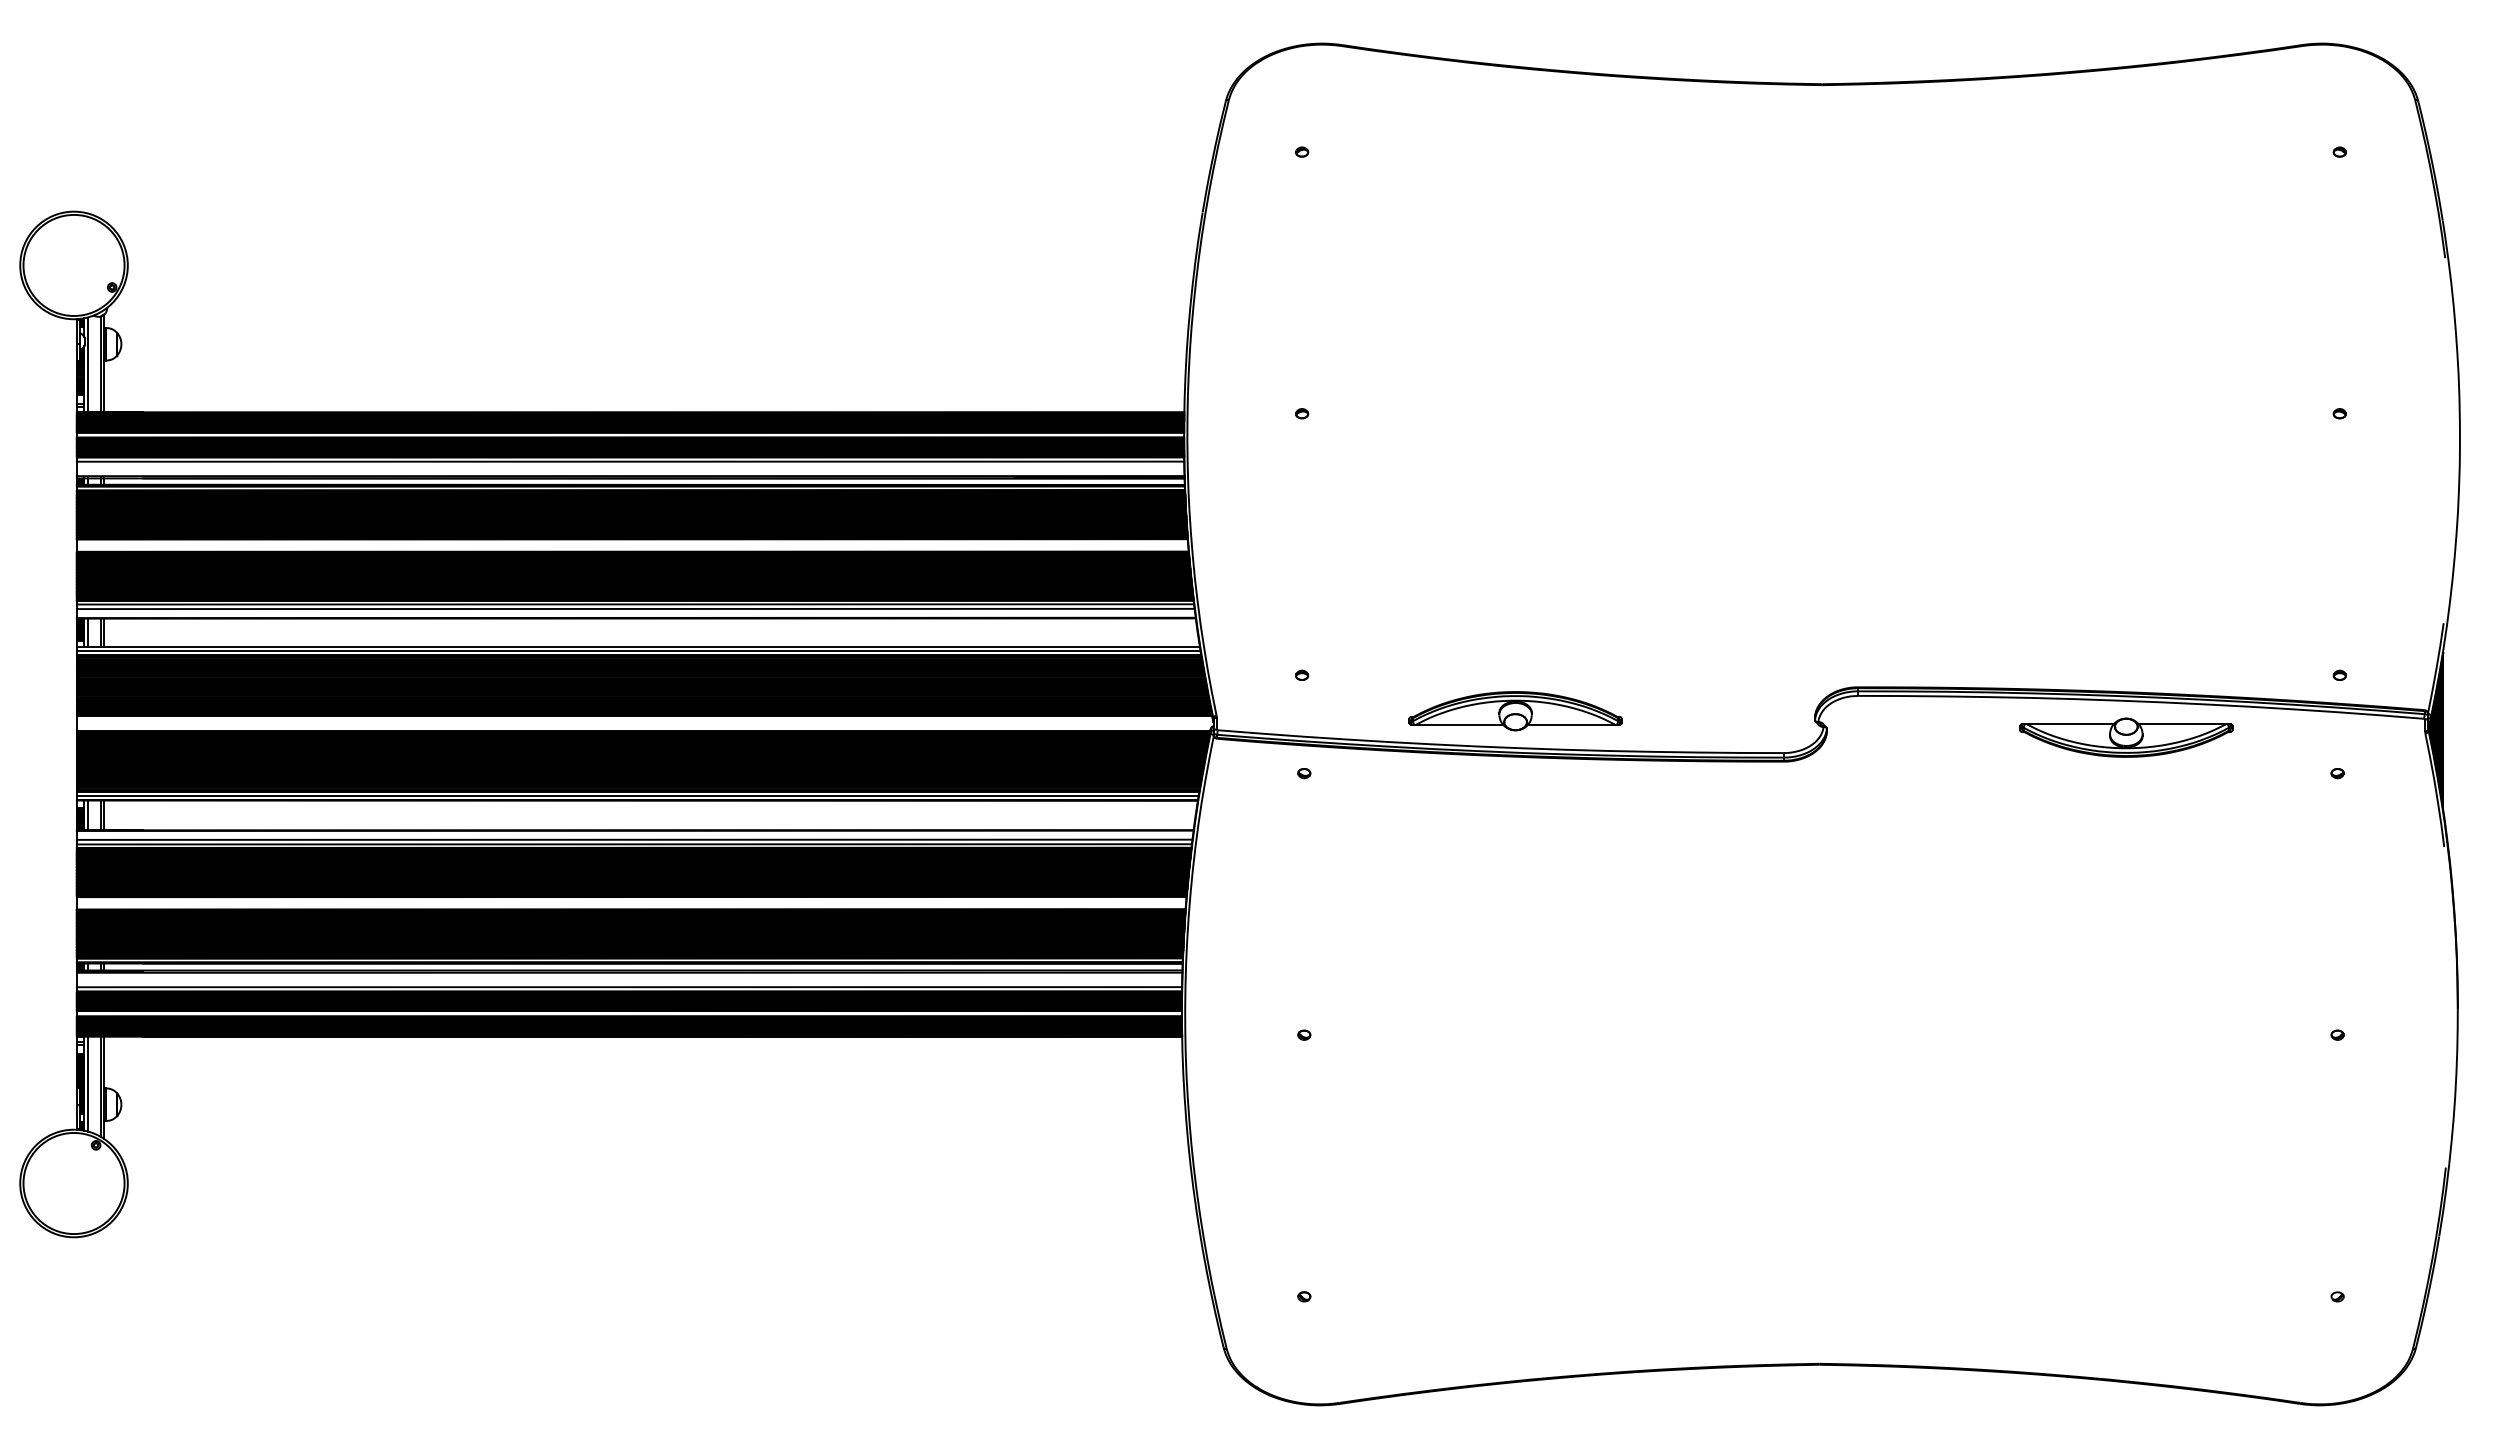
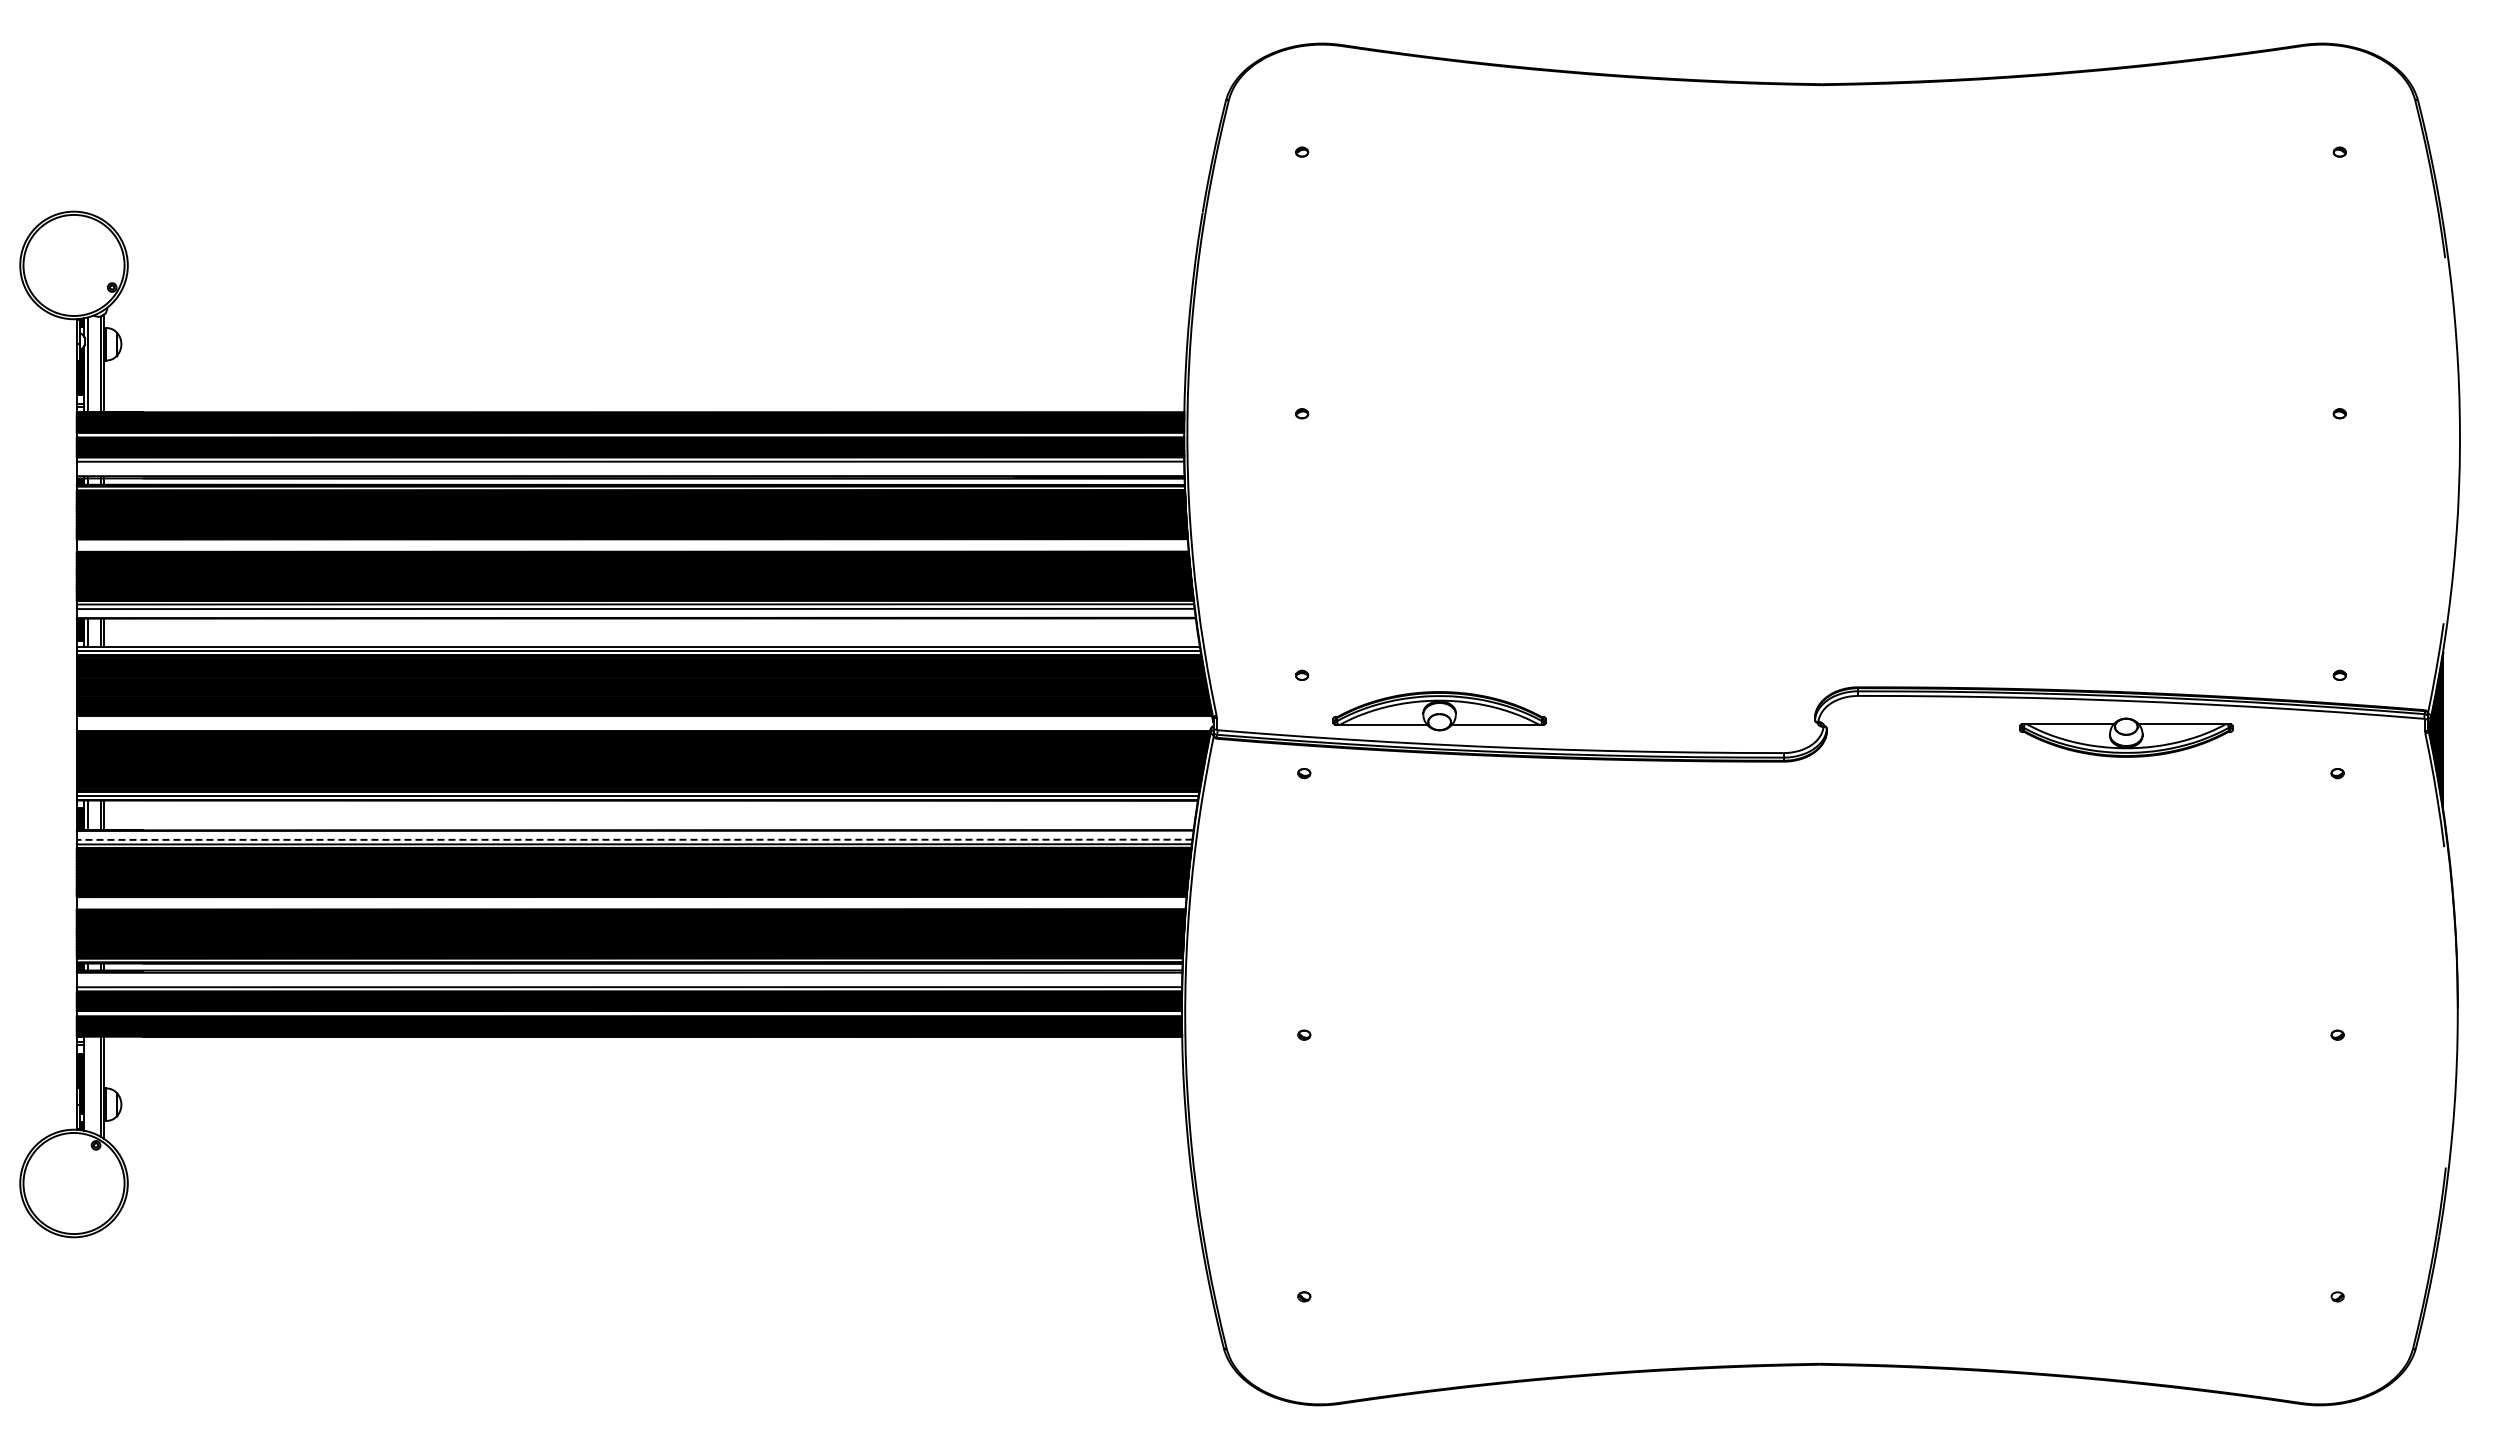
part at (1515, 711) position: (1515, 711) -> (1439, 711)
line at (634, 839): solid -> dashed
line at (87, 1083): present -> none
